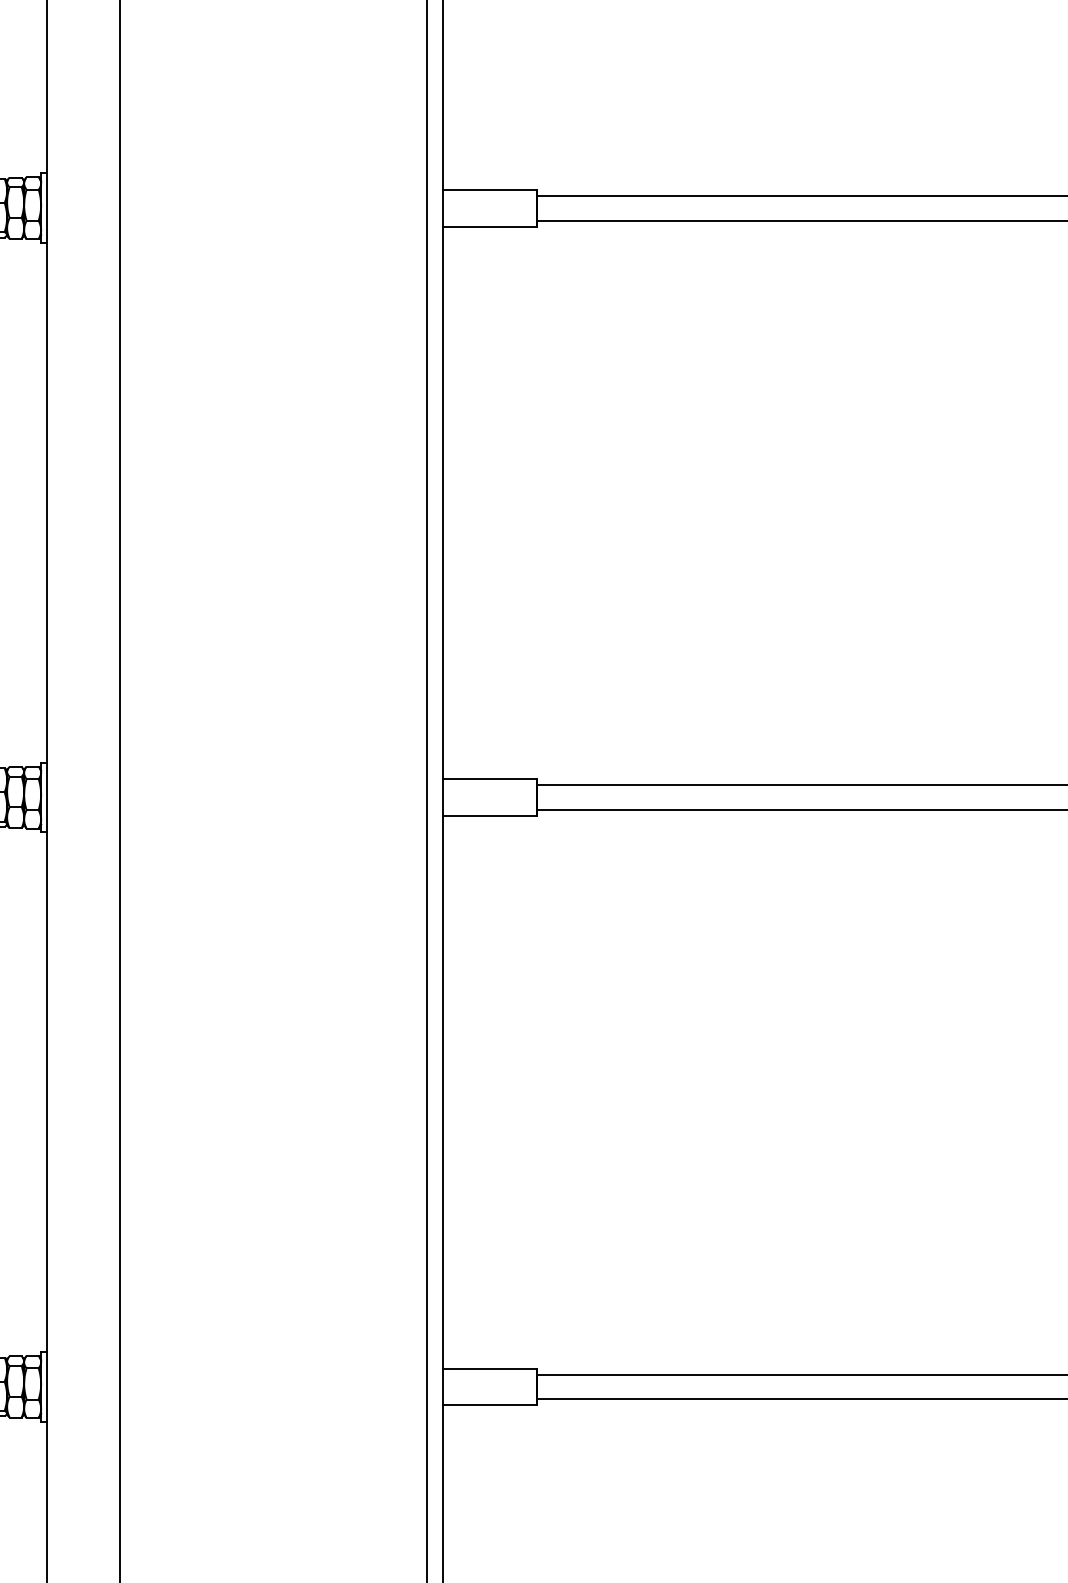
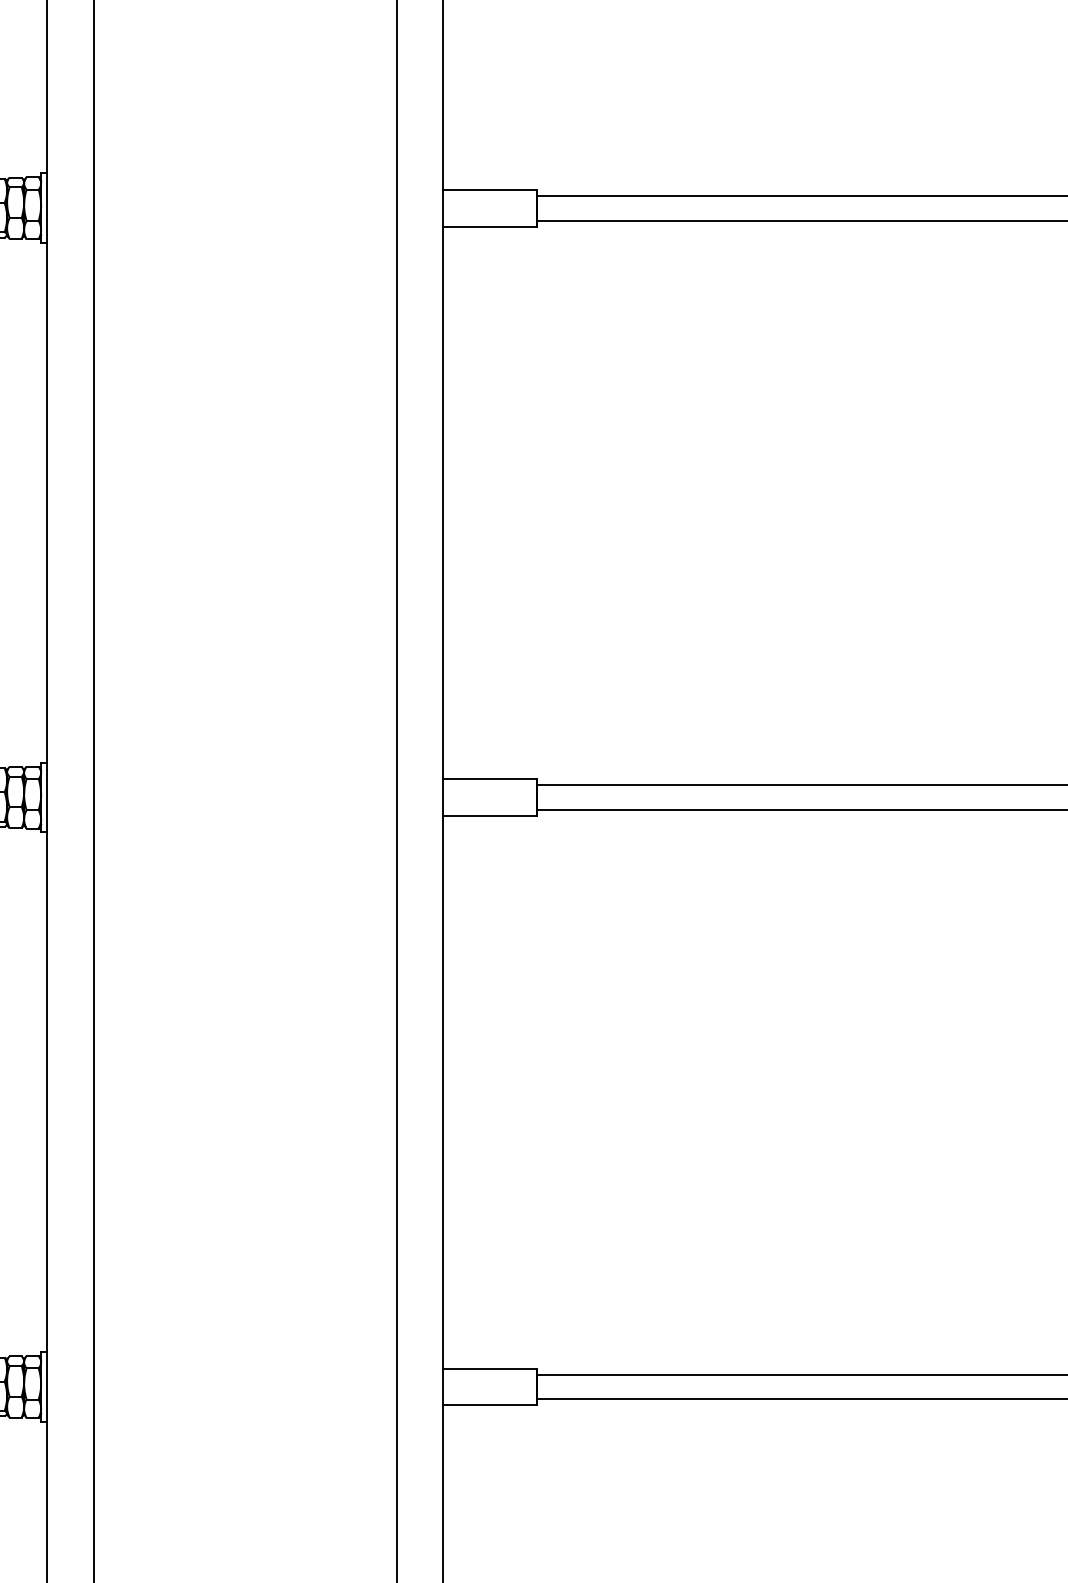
line at (119, 790) position: (119, 790) -> (93, 790)
line at (426, 790) position: (426, 790) -> (396, 790)
